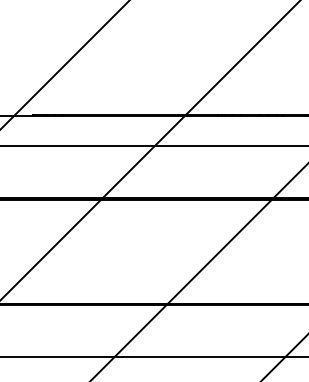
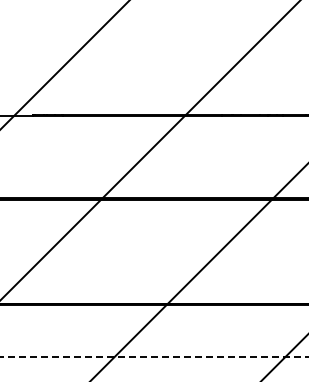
line at (153, 146): present -> none
line at (154, 356): solid -> dashed
